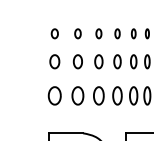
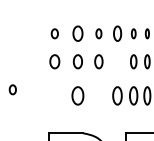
part at (77, 33) size: 8x12 px -> 12x17 px
part at (117, 33) size: 7x12 px -> 10x17 px
part at (117, 61): present -> none
part at (12, 89): none -> present
part at (54, 95): present -> none
part at (98, 95): present -> none
